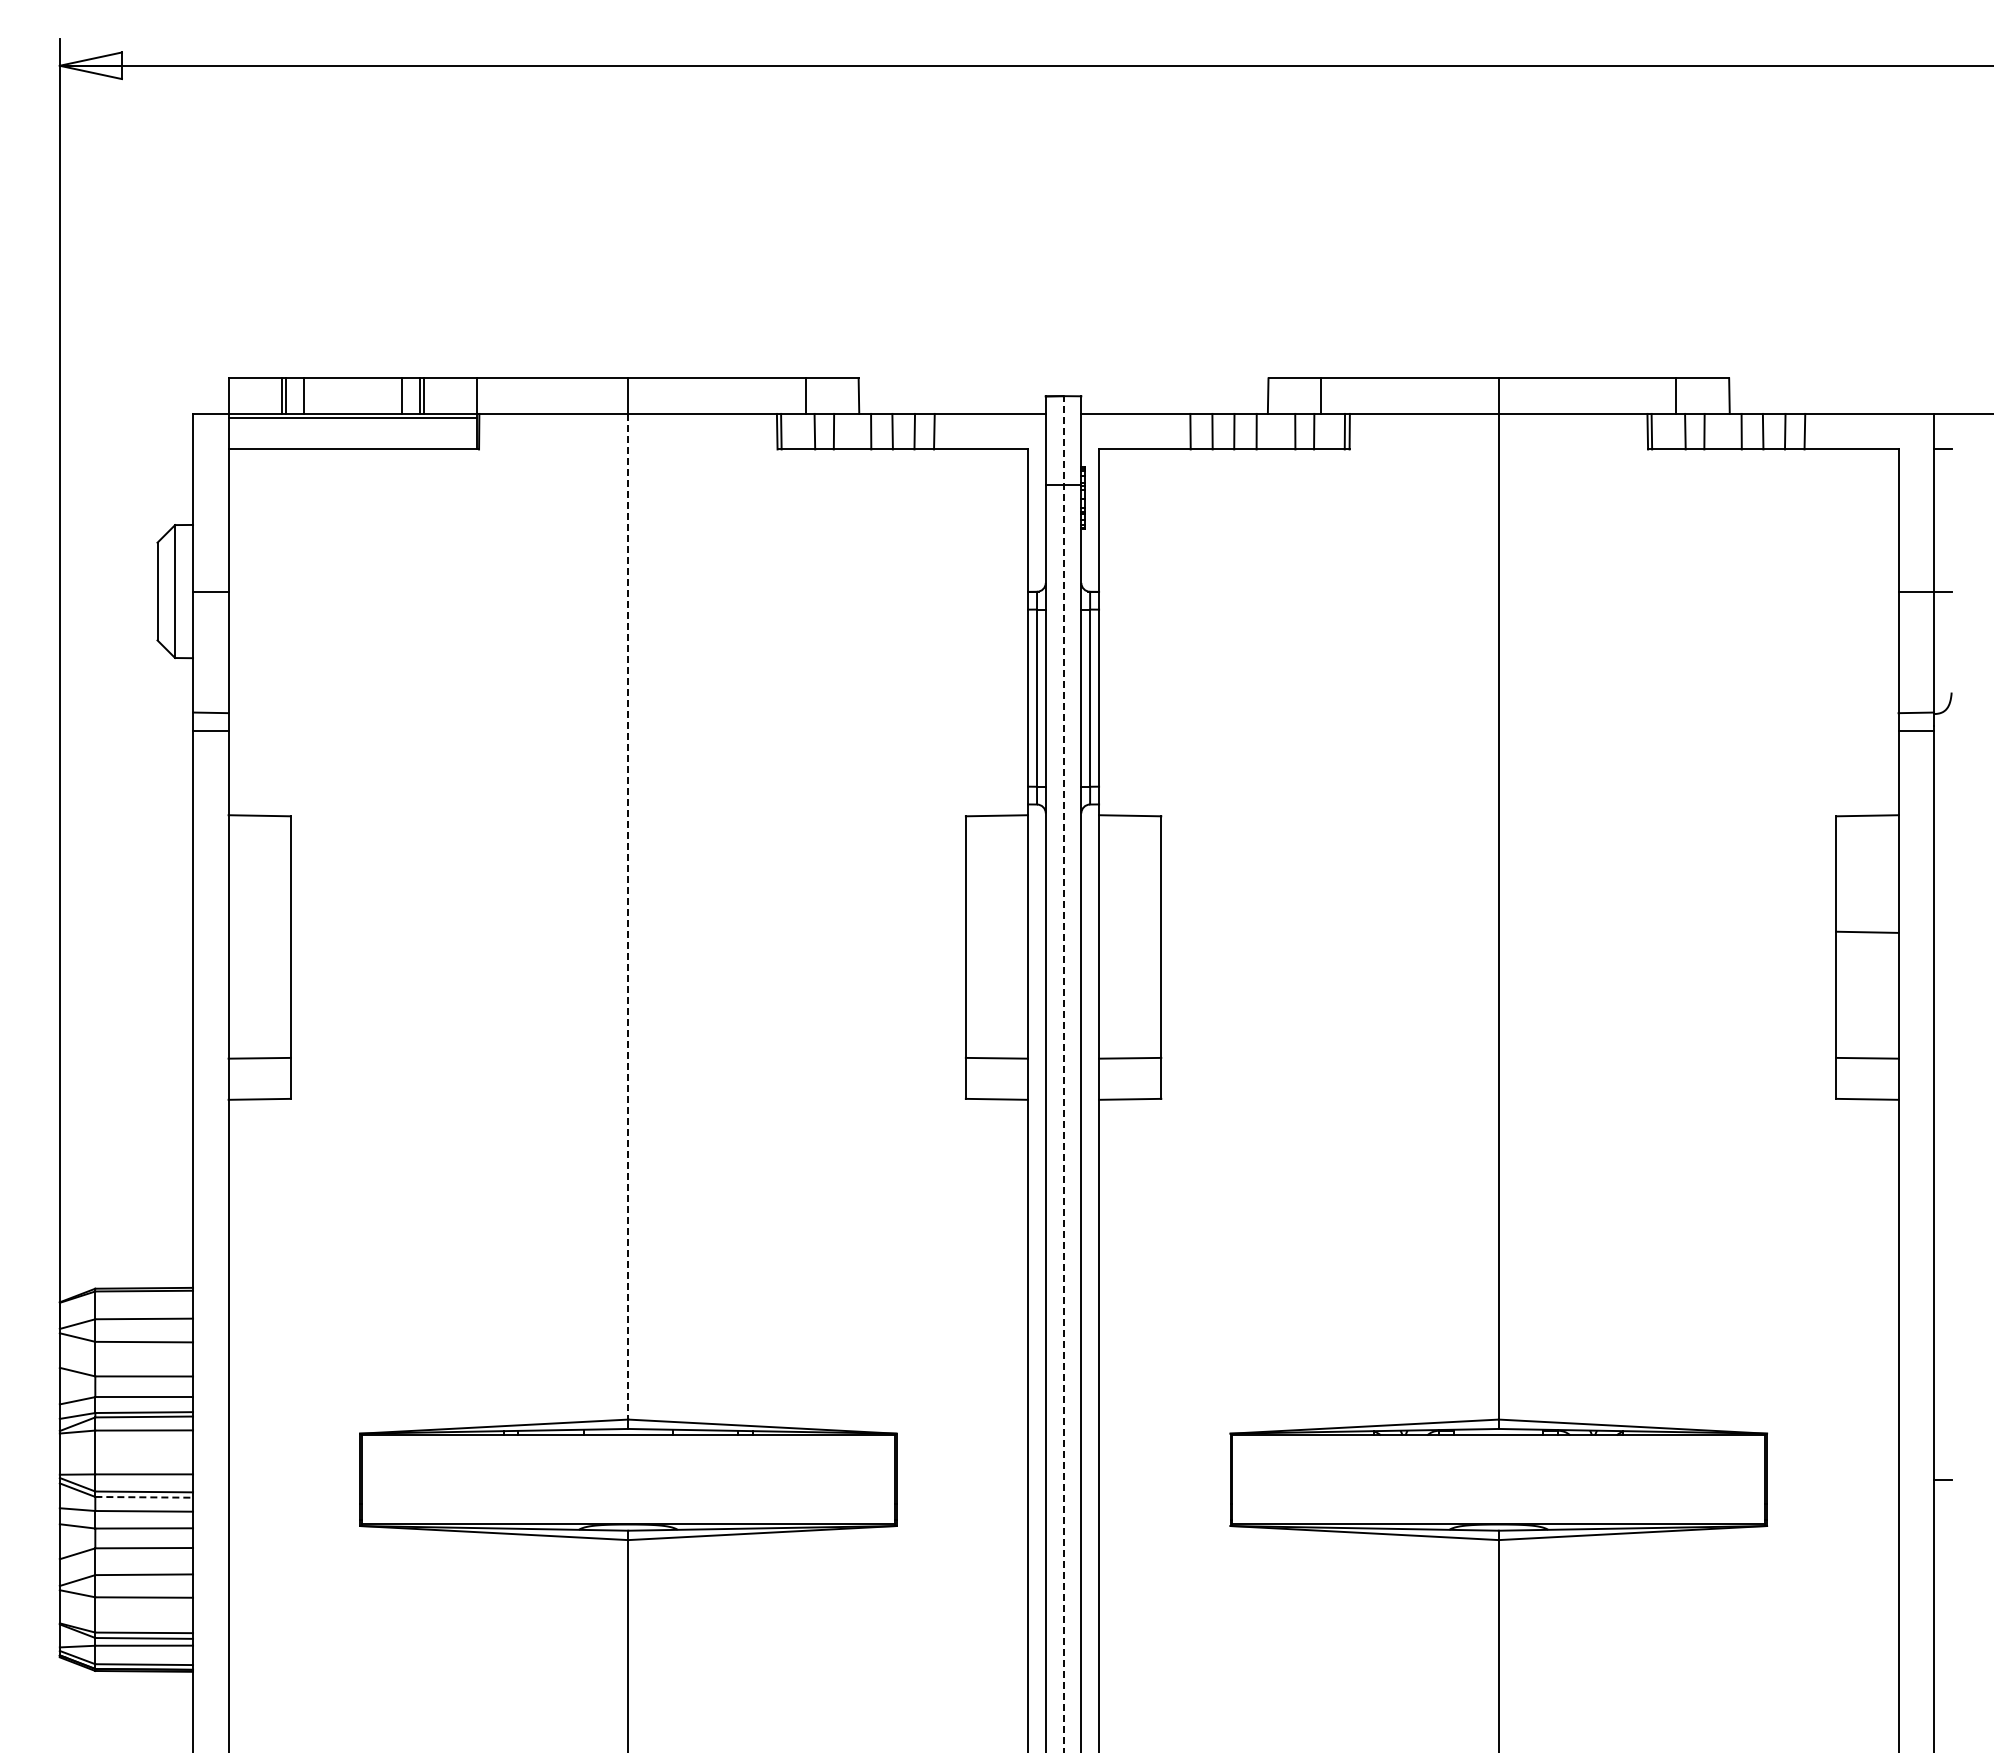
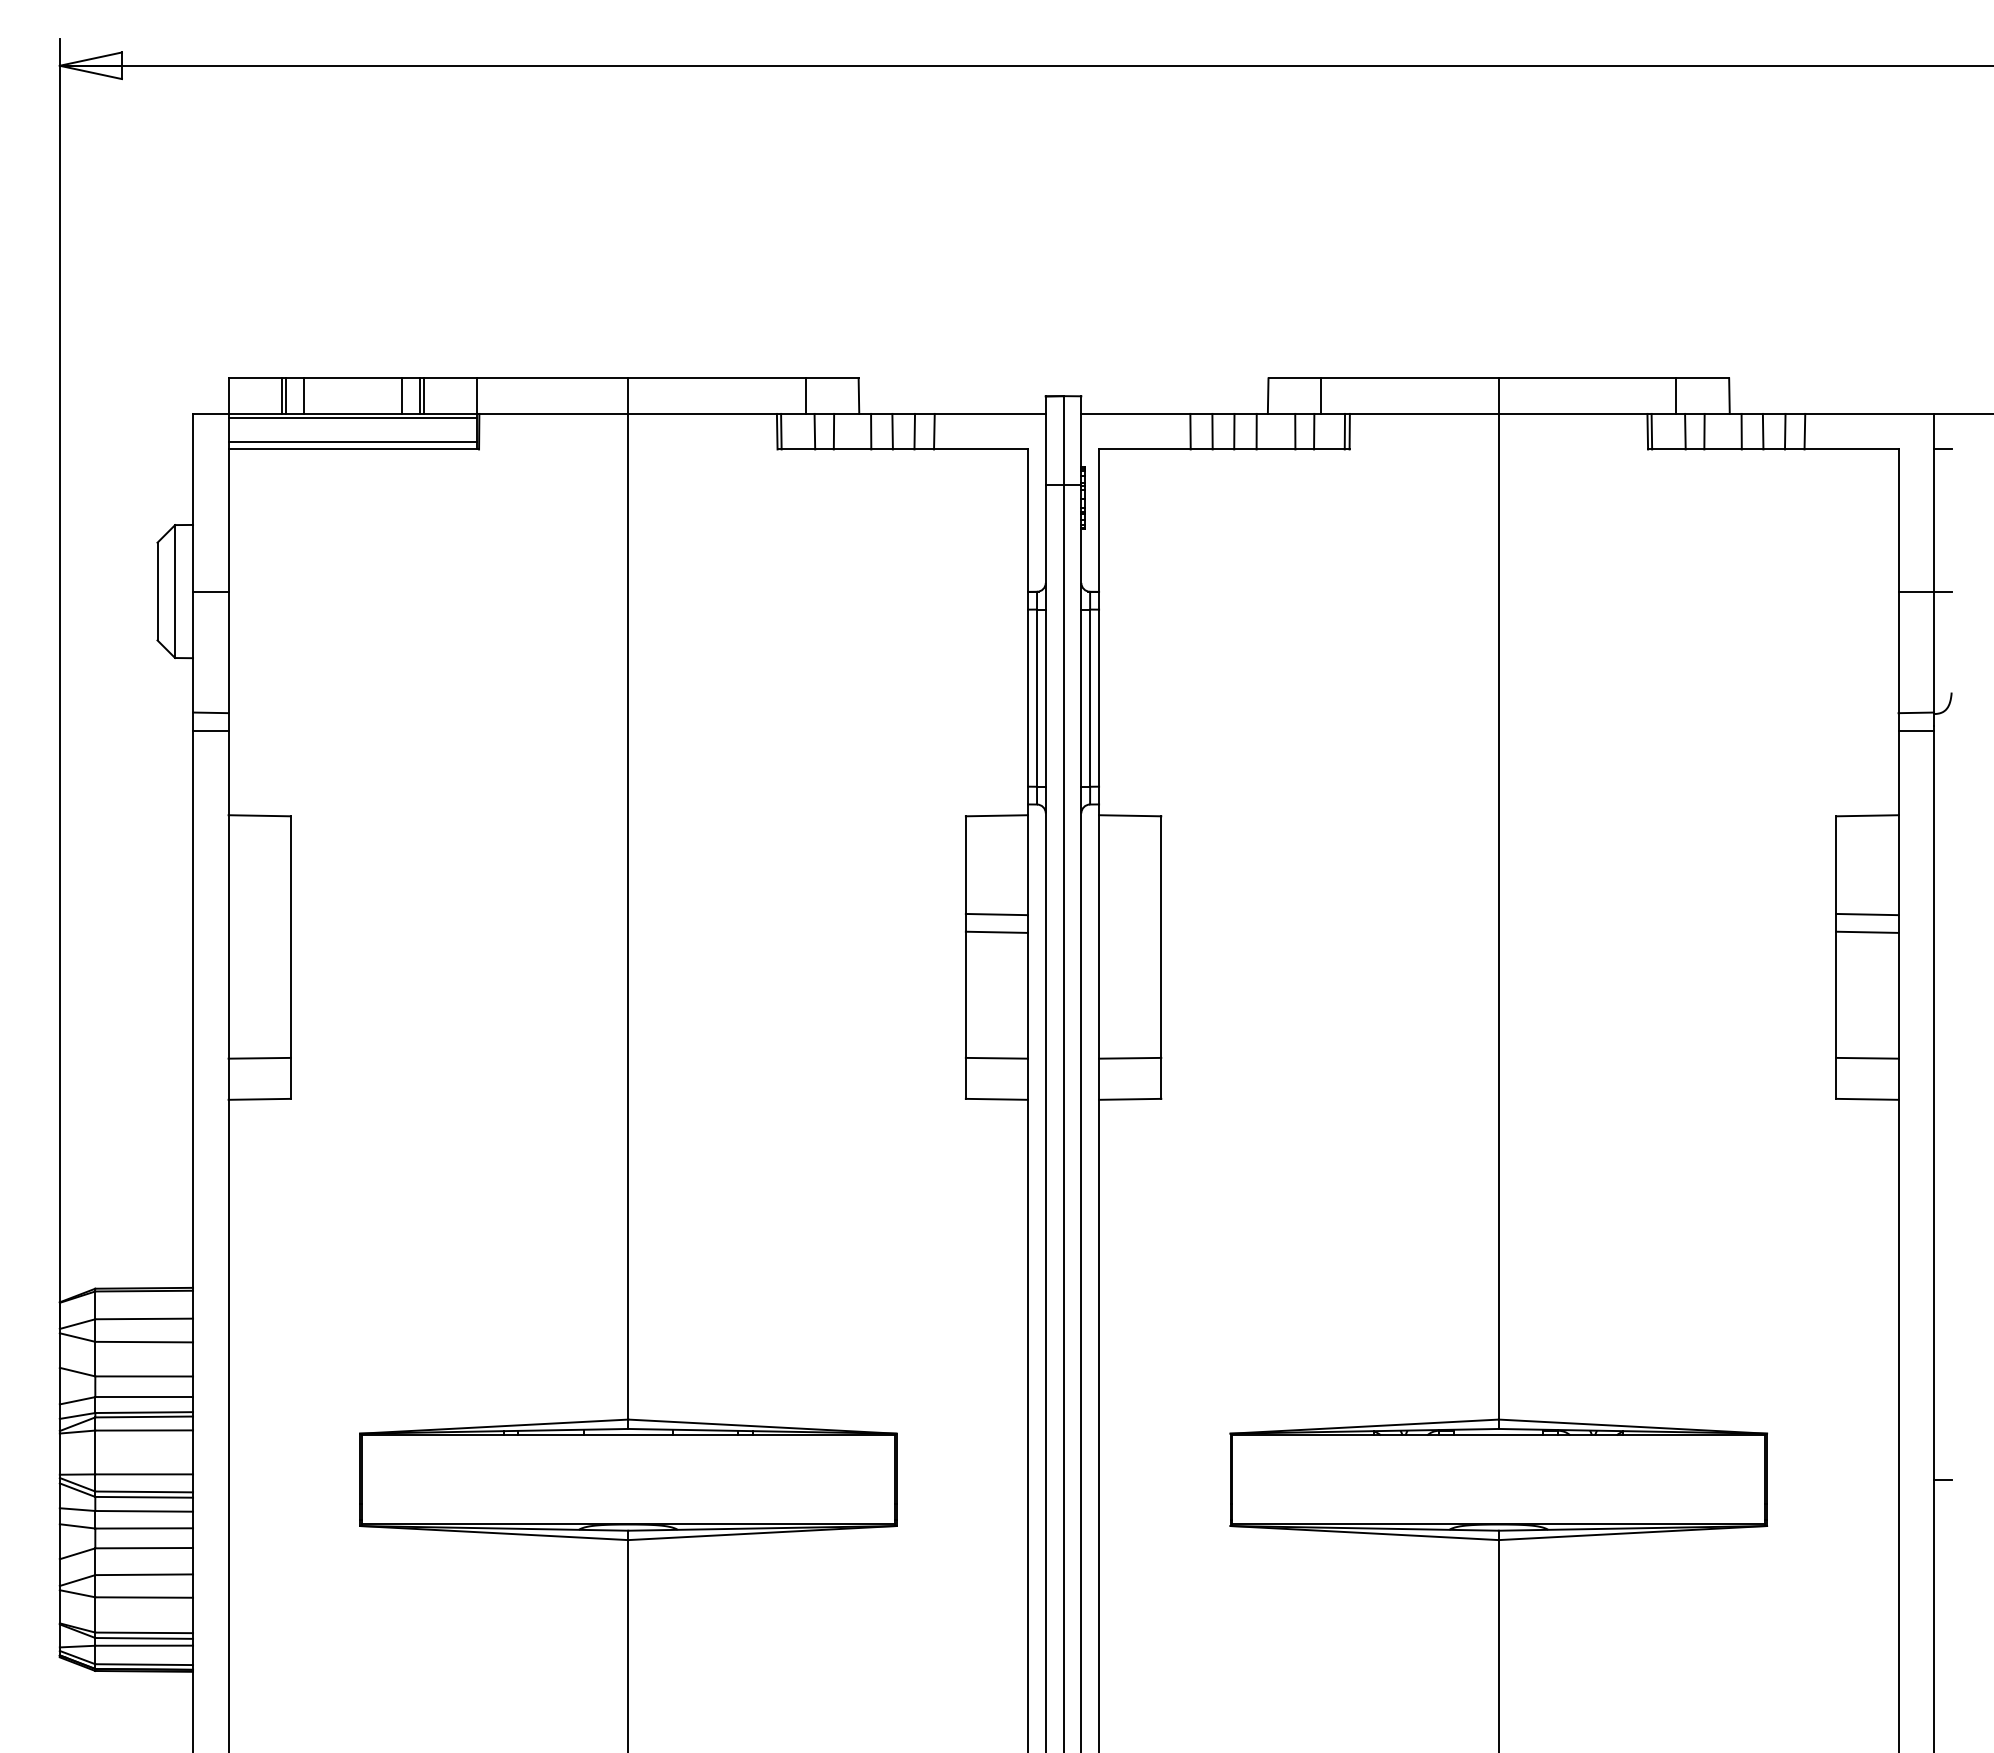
line at (352, 442): none -> present
line at (996, 914): none -> present
line at (1867, 914): none -> present
line at (628, 916): dashed -> solid
line at (996, 931): none -> present
line at (1063, 1073): dashed -> solid
line at (144, 1497): dashed -> solid
